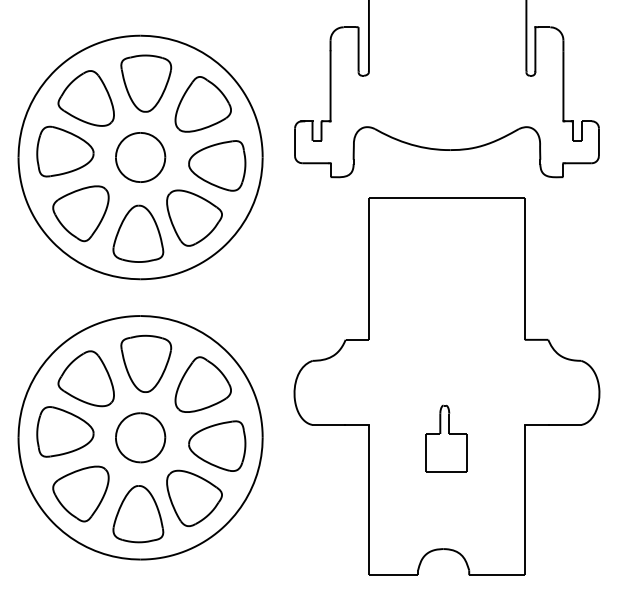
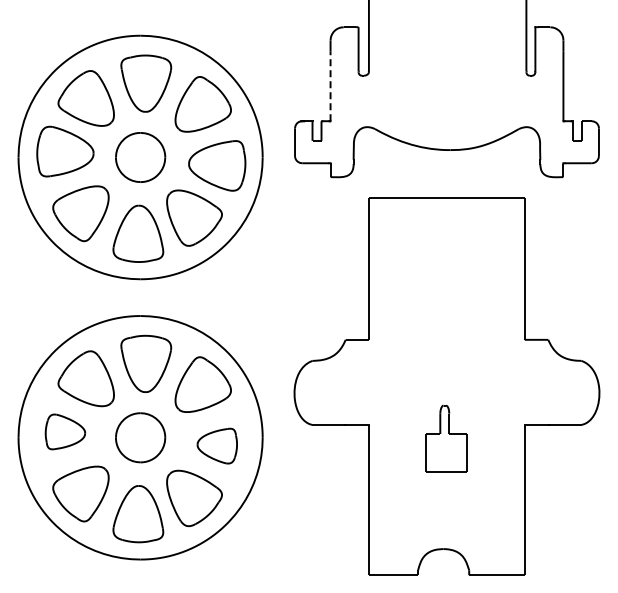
line at (330, 85): solid -> dashed
part at (65, 431) size: 59x52 px -> 42x38 px
part at (217, 445) size: 59x52 px -> 42x38 px
